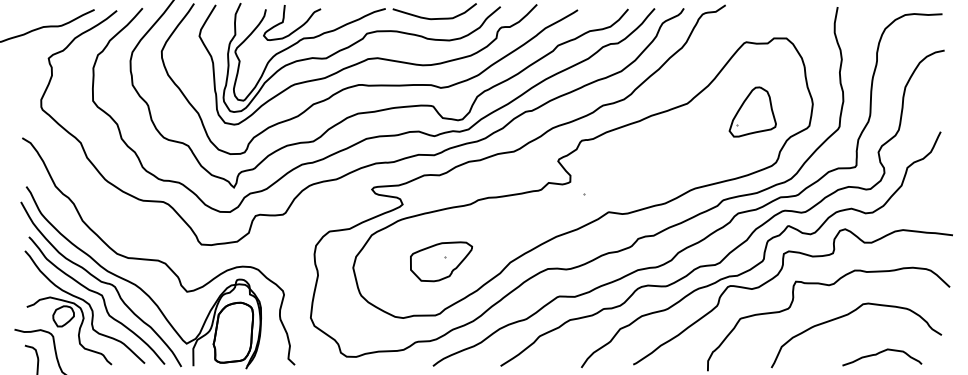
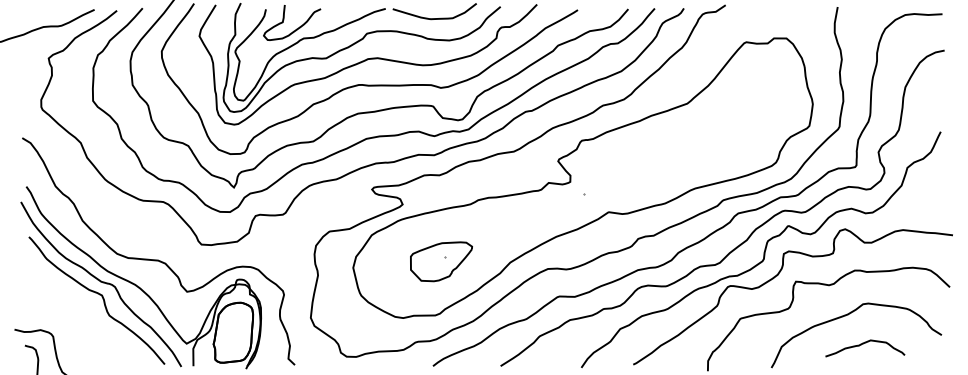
part at (752, 111): present -> none
part at (84, 307): present -> none
curve at (880, 353) position: (880, 353) -> (863, 344)
